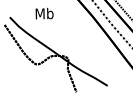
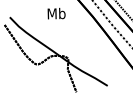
text at (44, 13) position: (44, 13) -> (56, 13)
